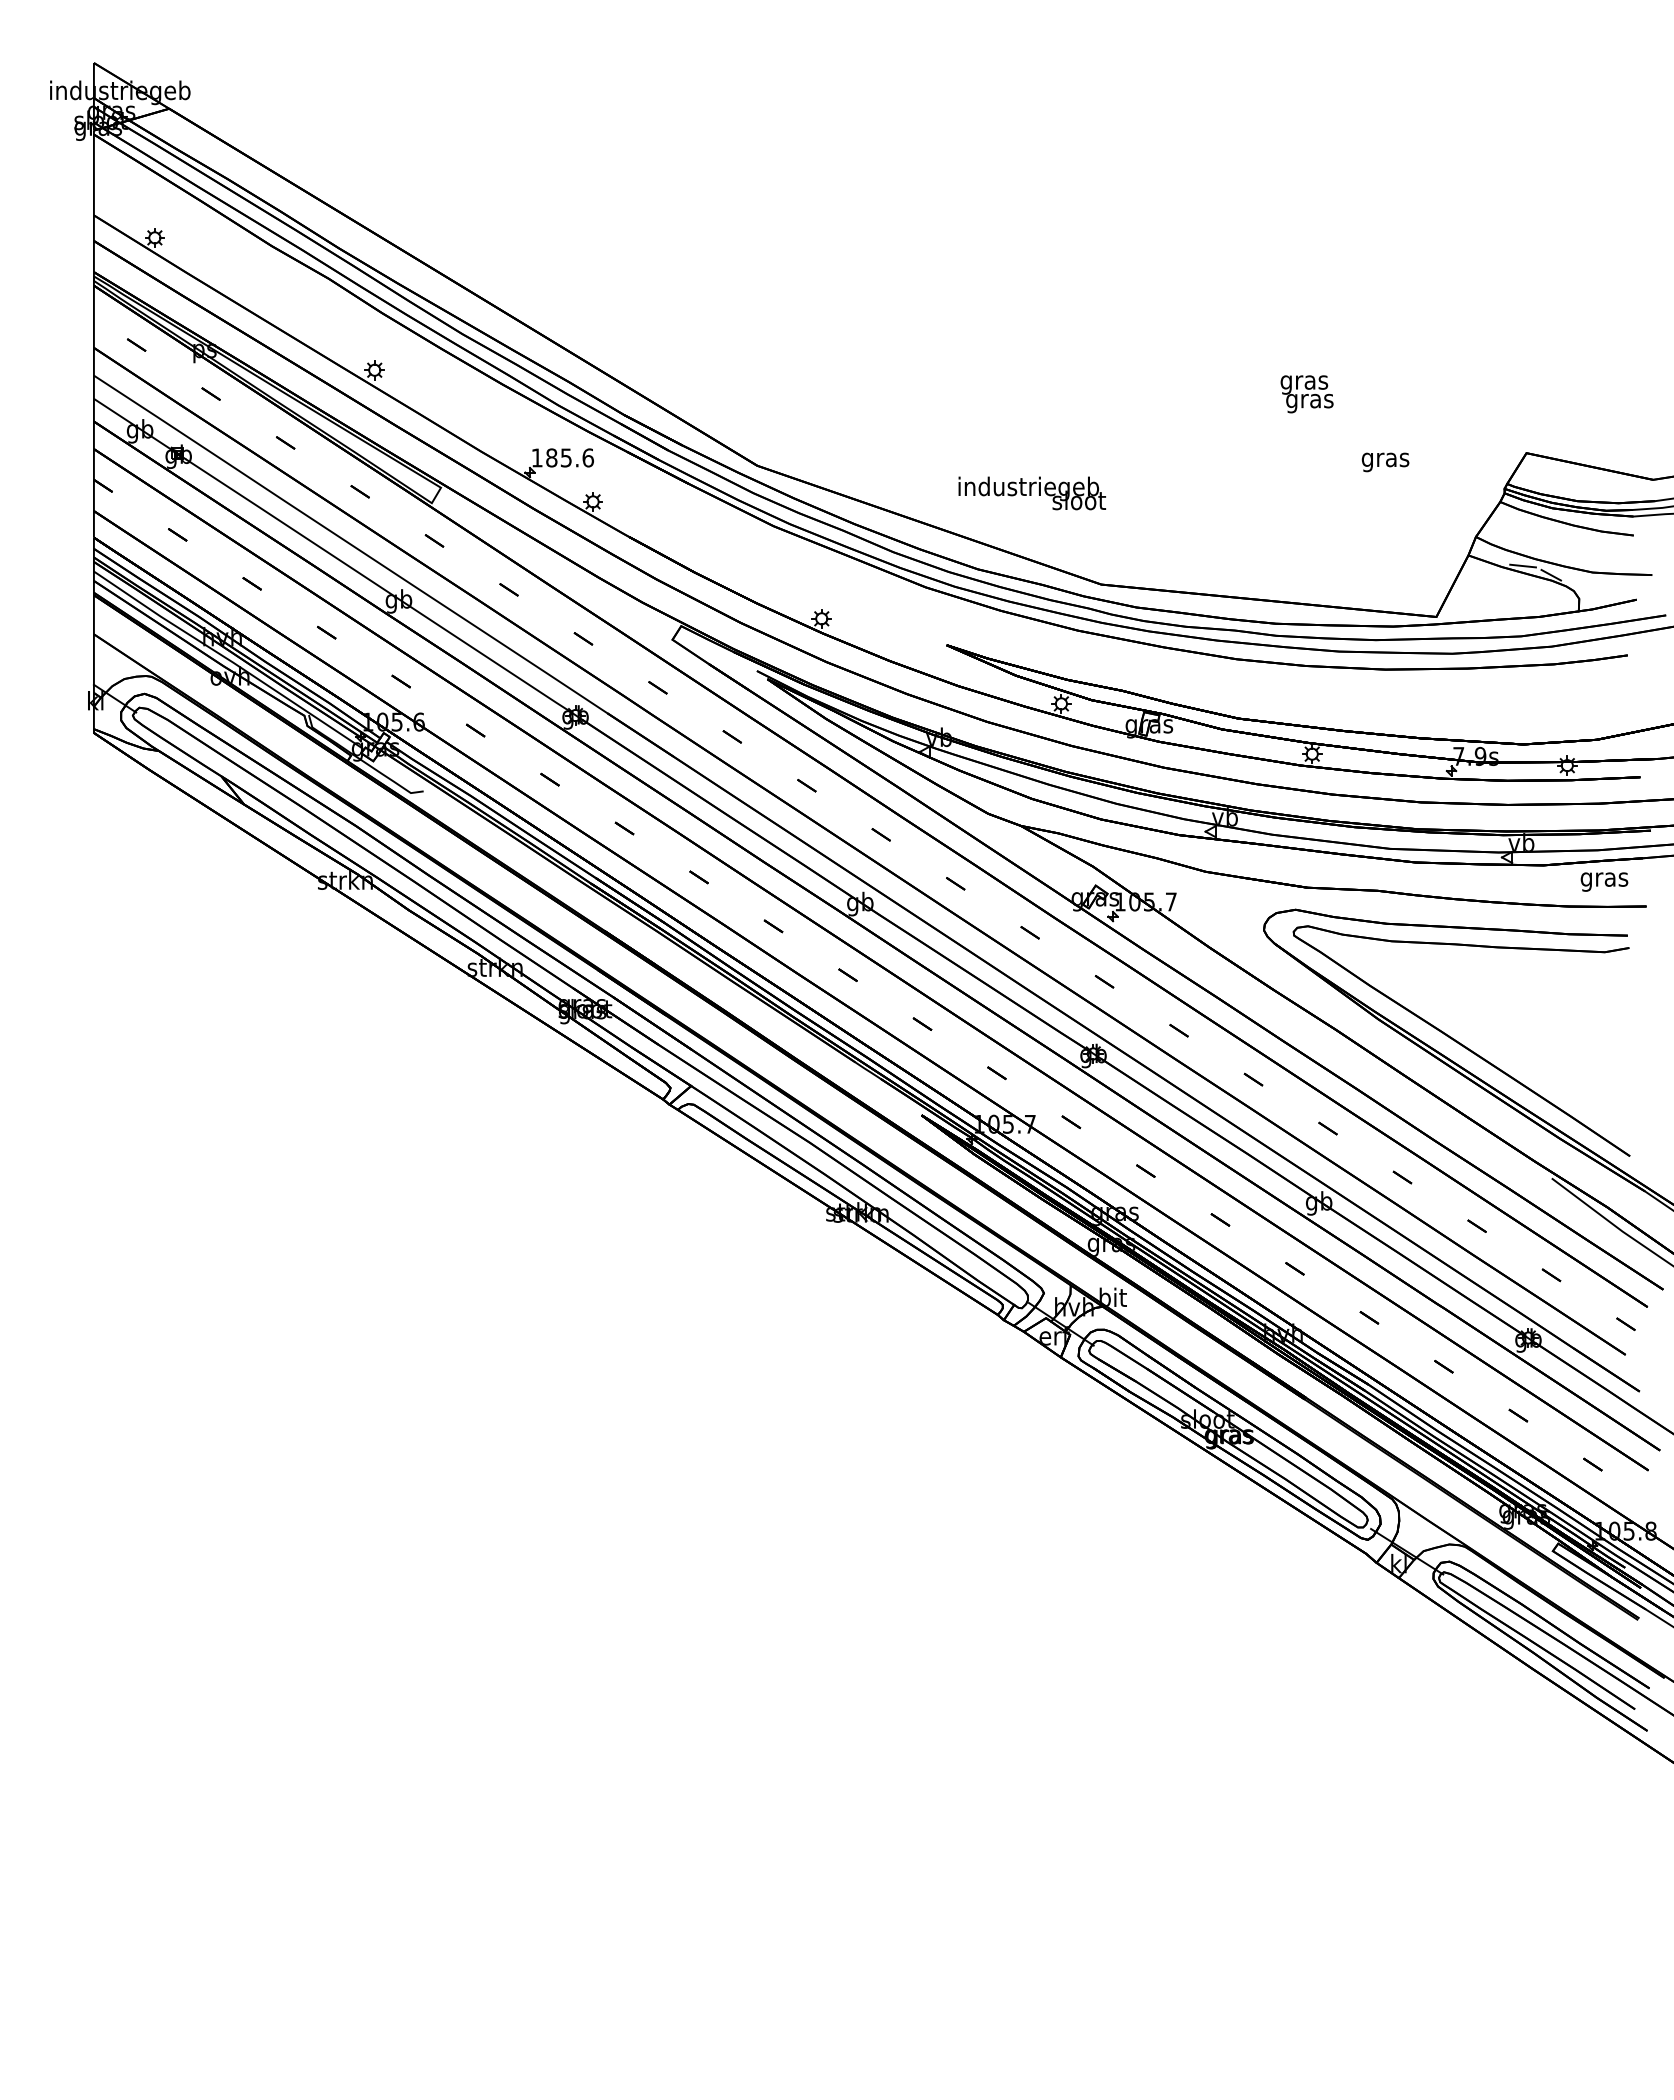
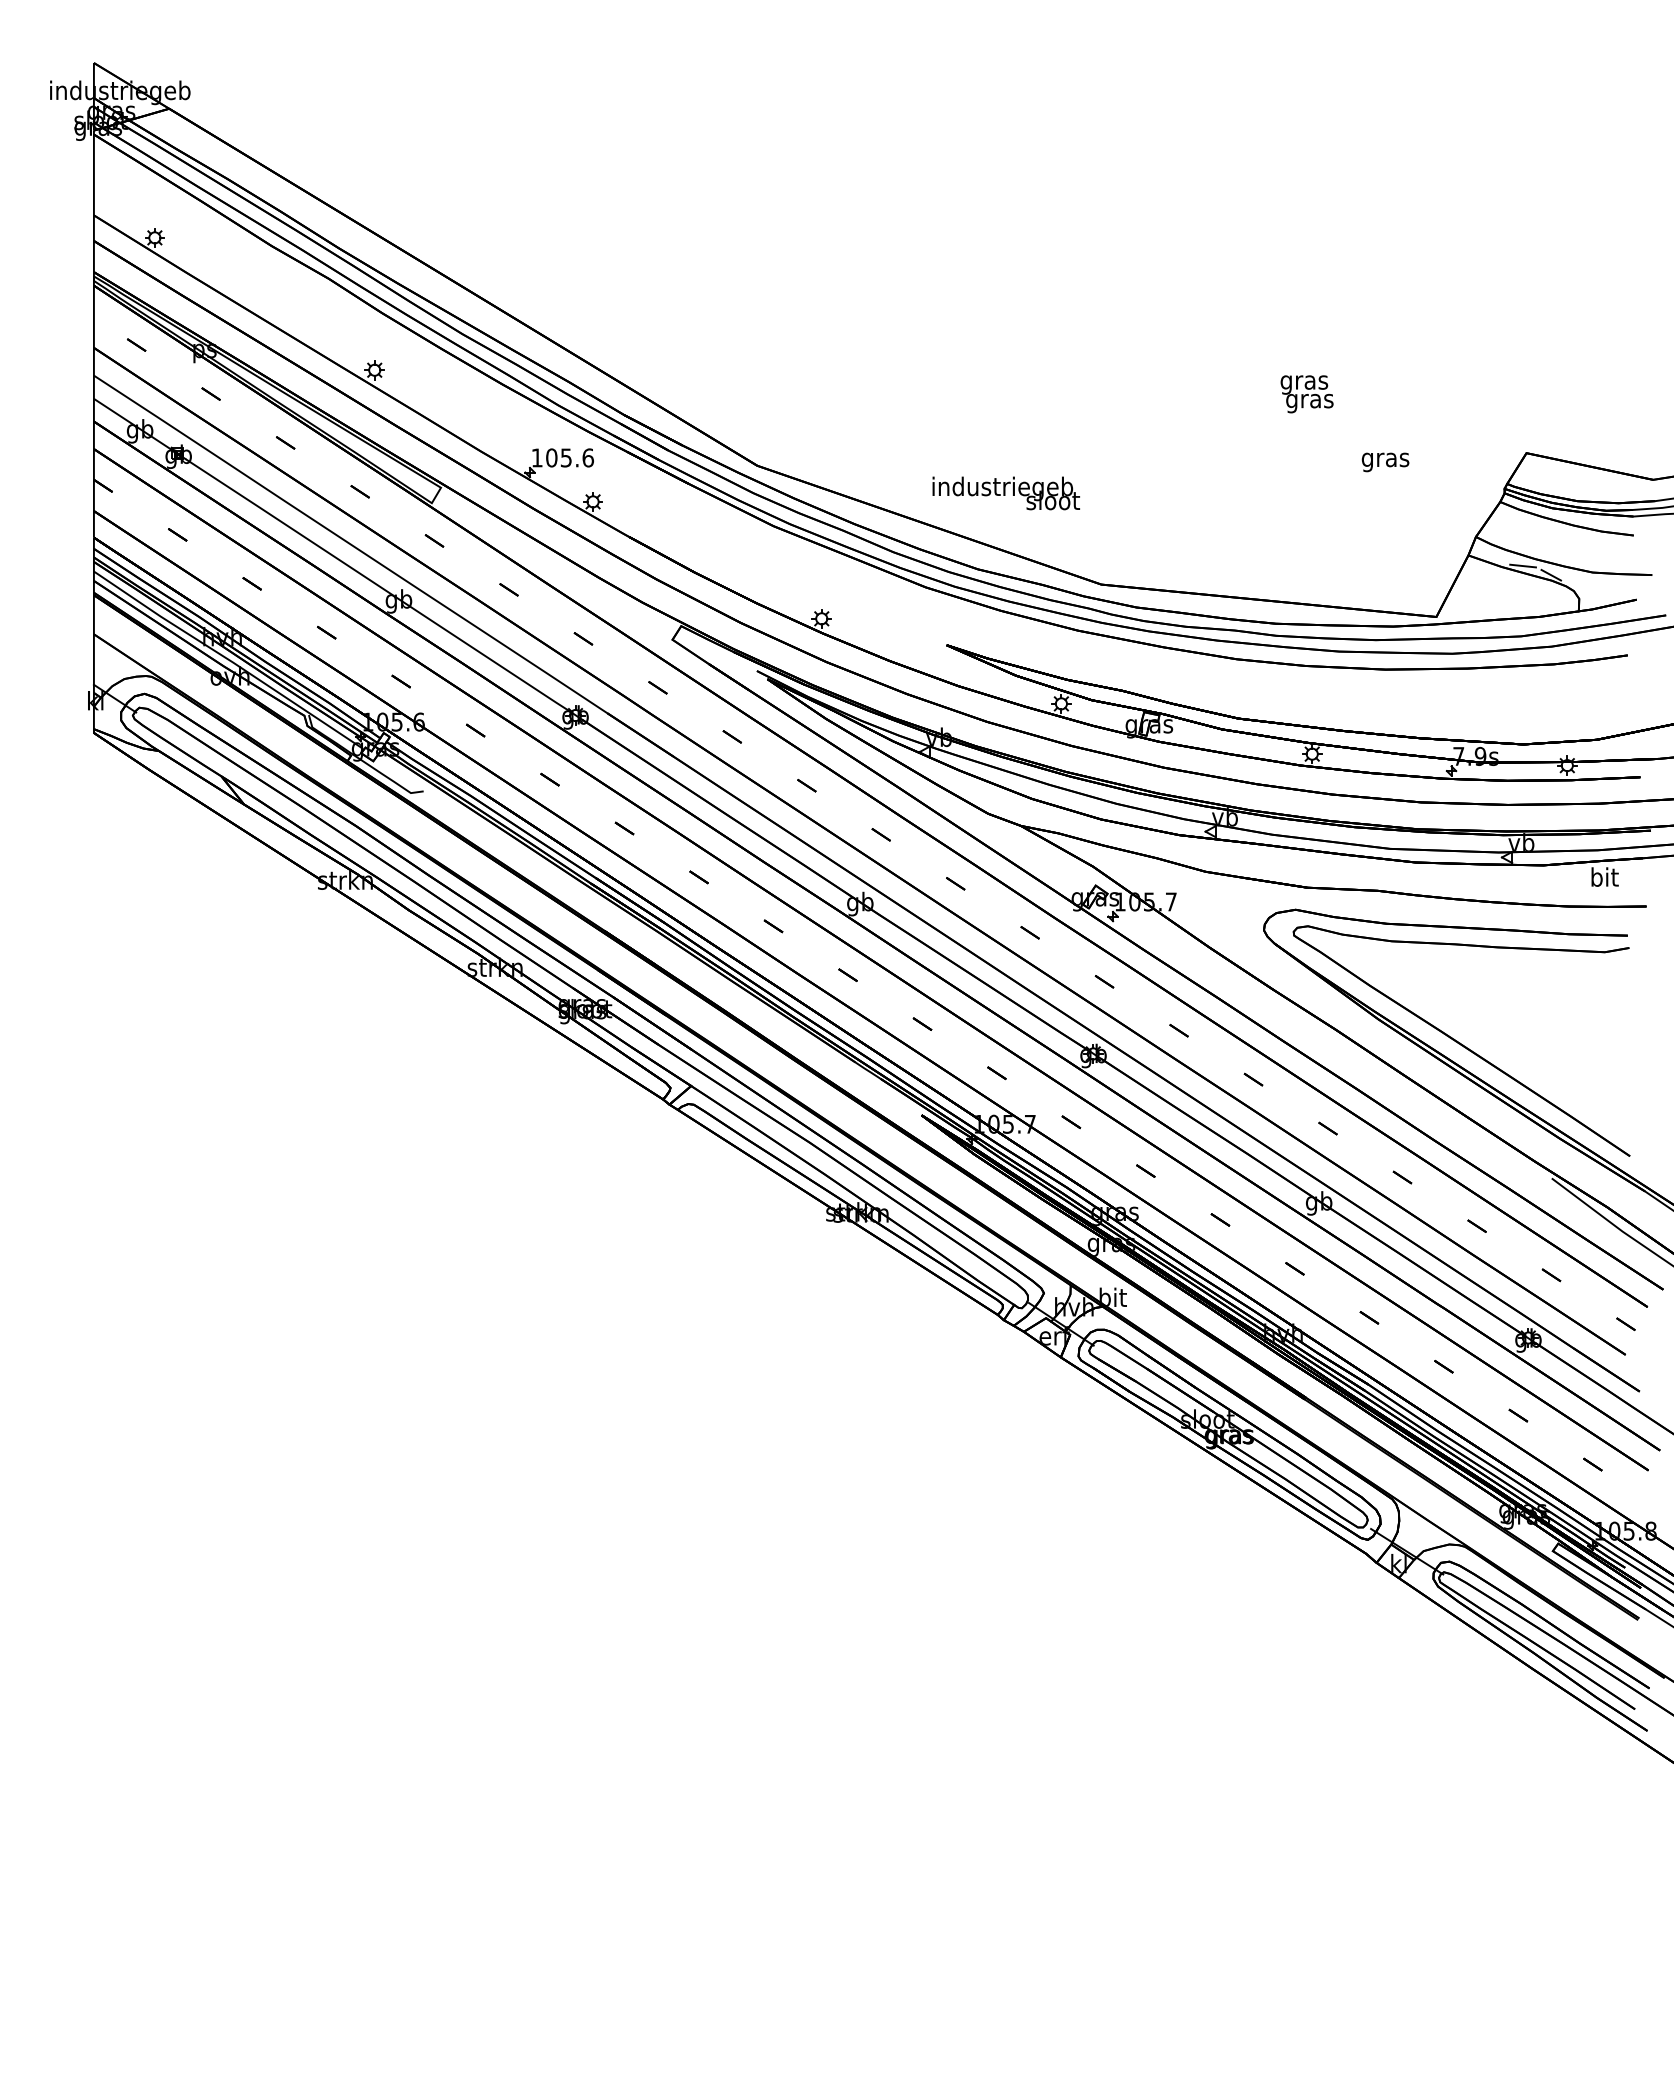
text at (551, 457): 185.6 -> 105.6
text at (1031, 493) position: (1031, 493) -> (1005, 493)
text at (1604, 879): gras -> bit
